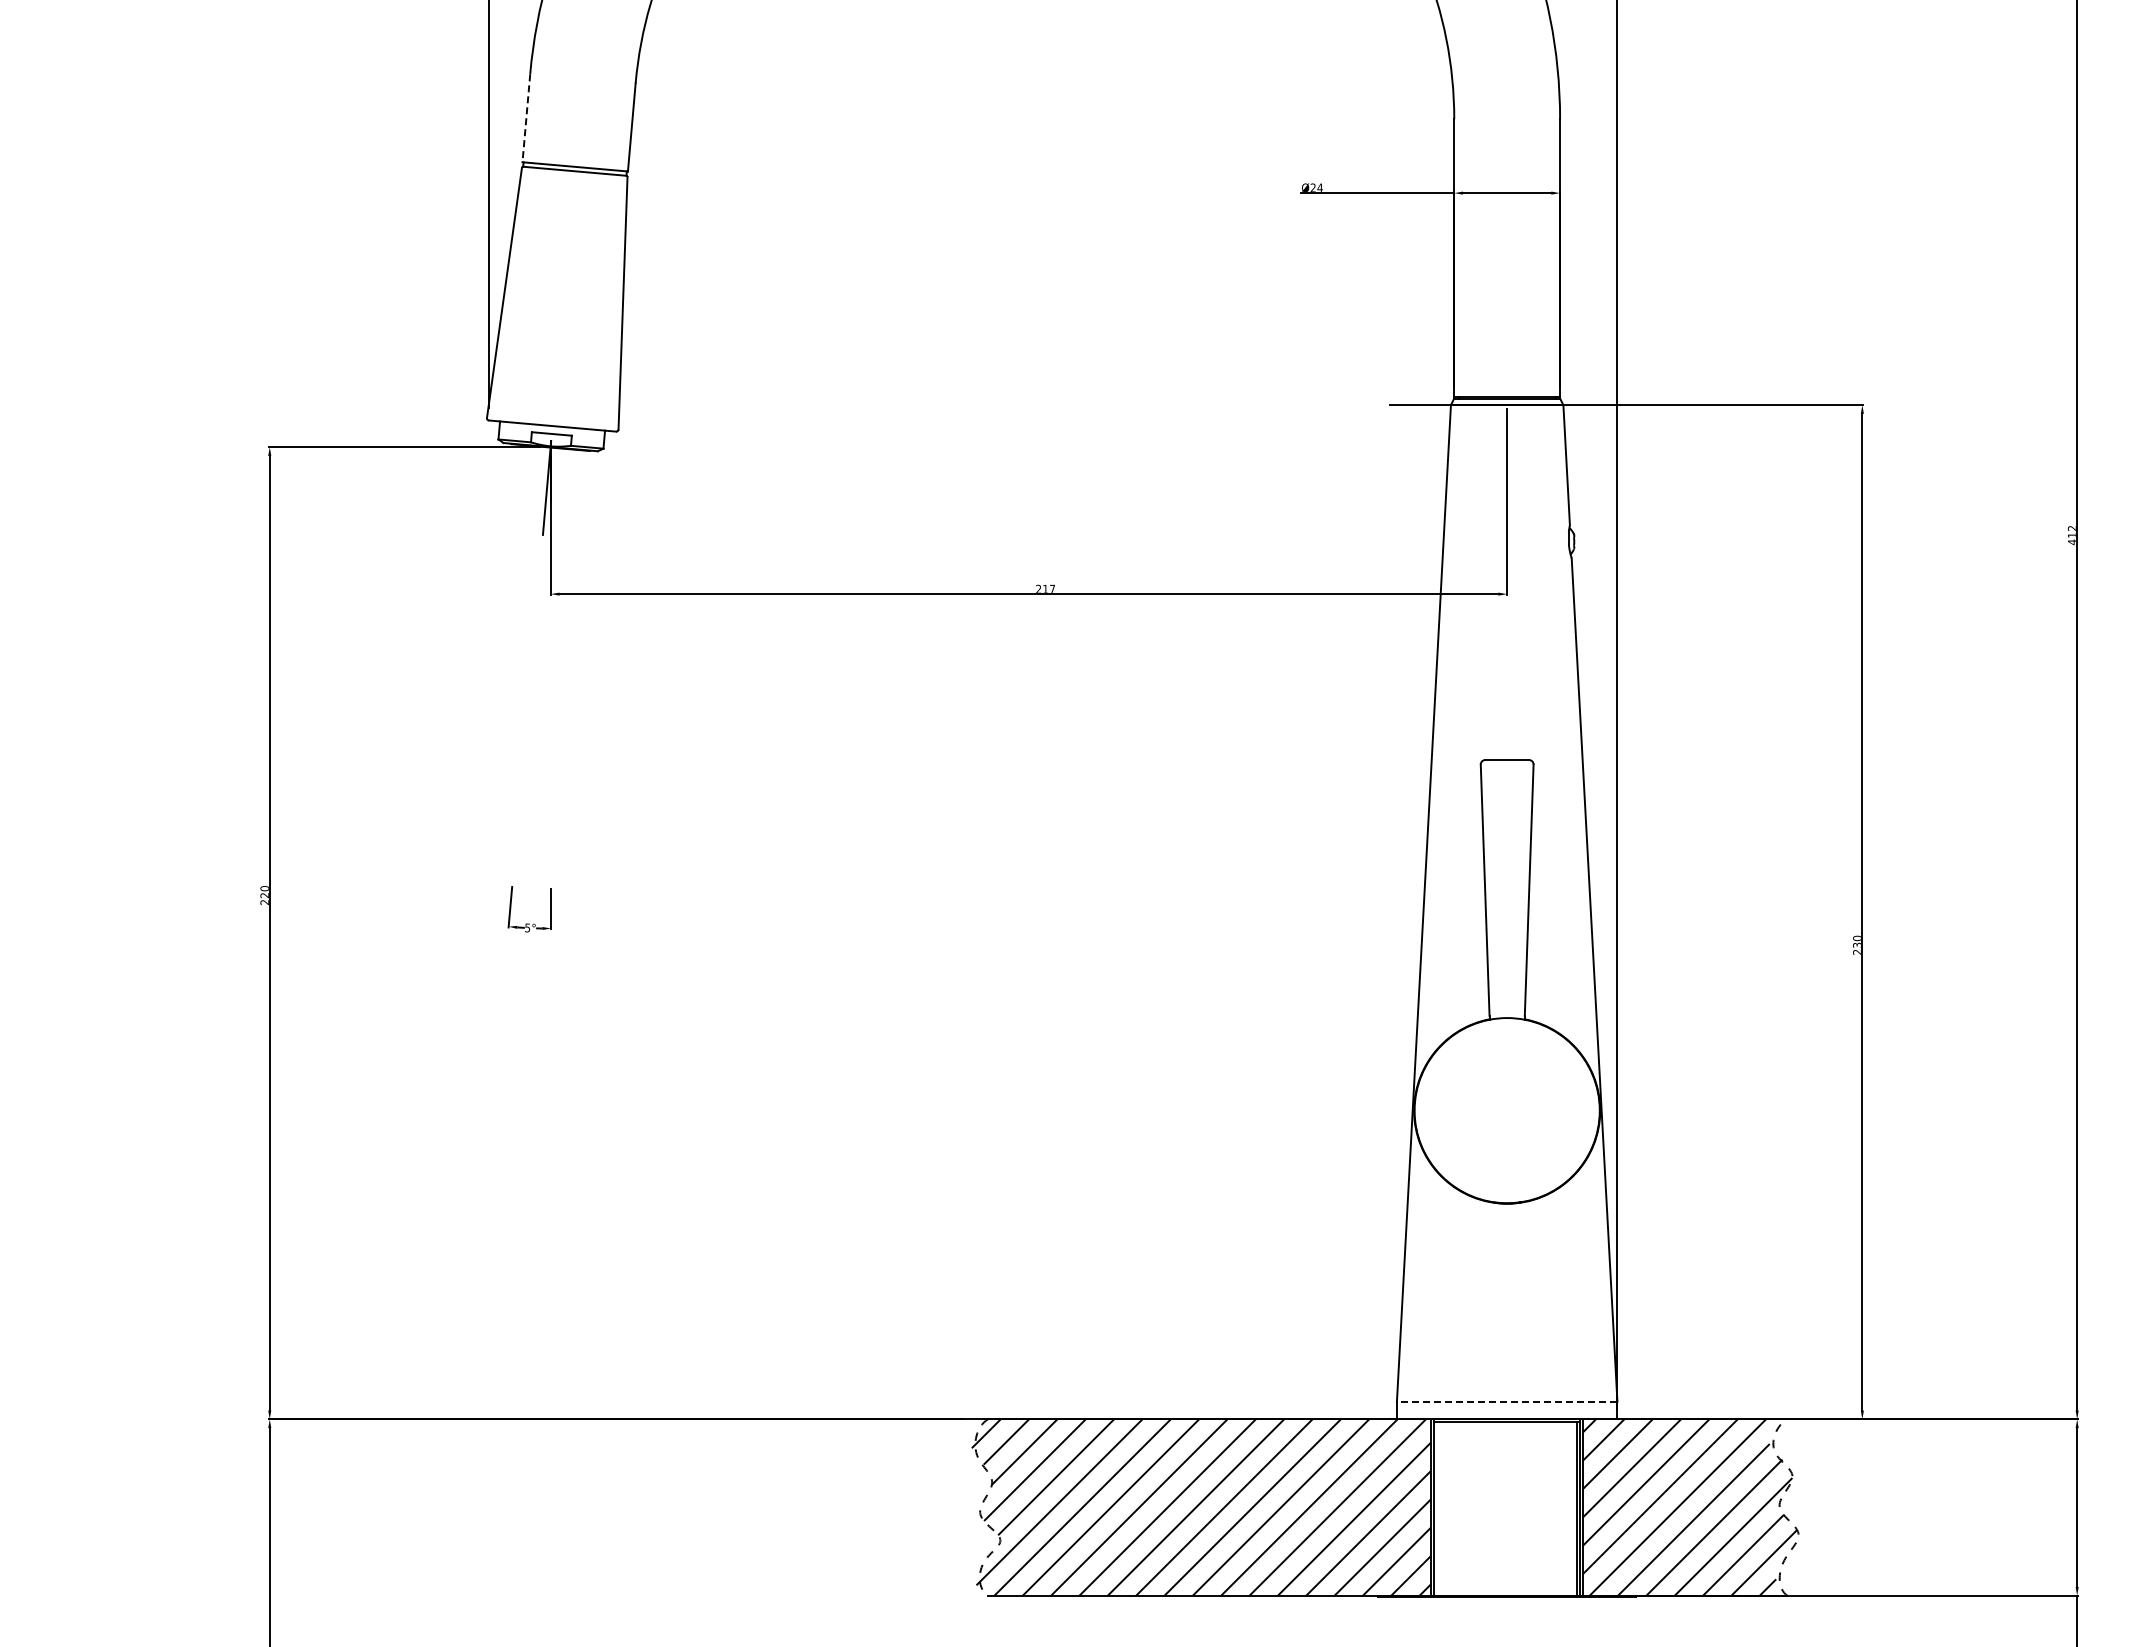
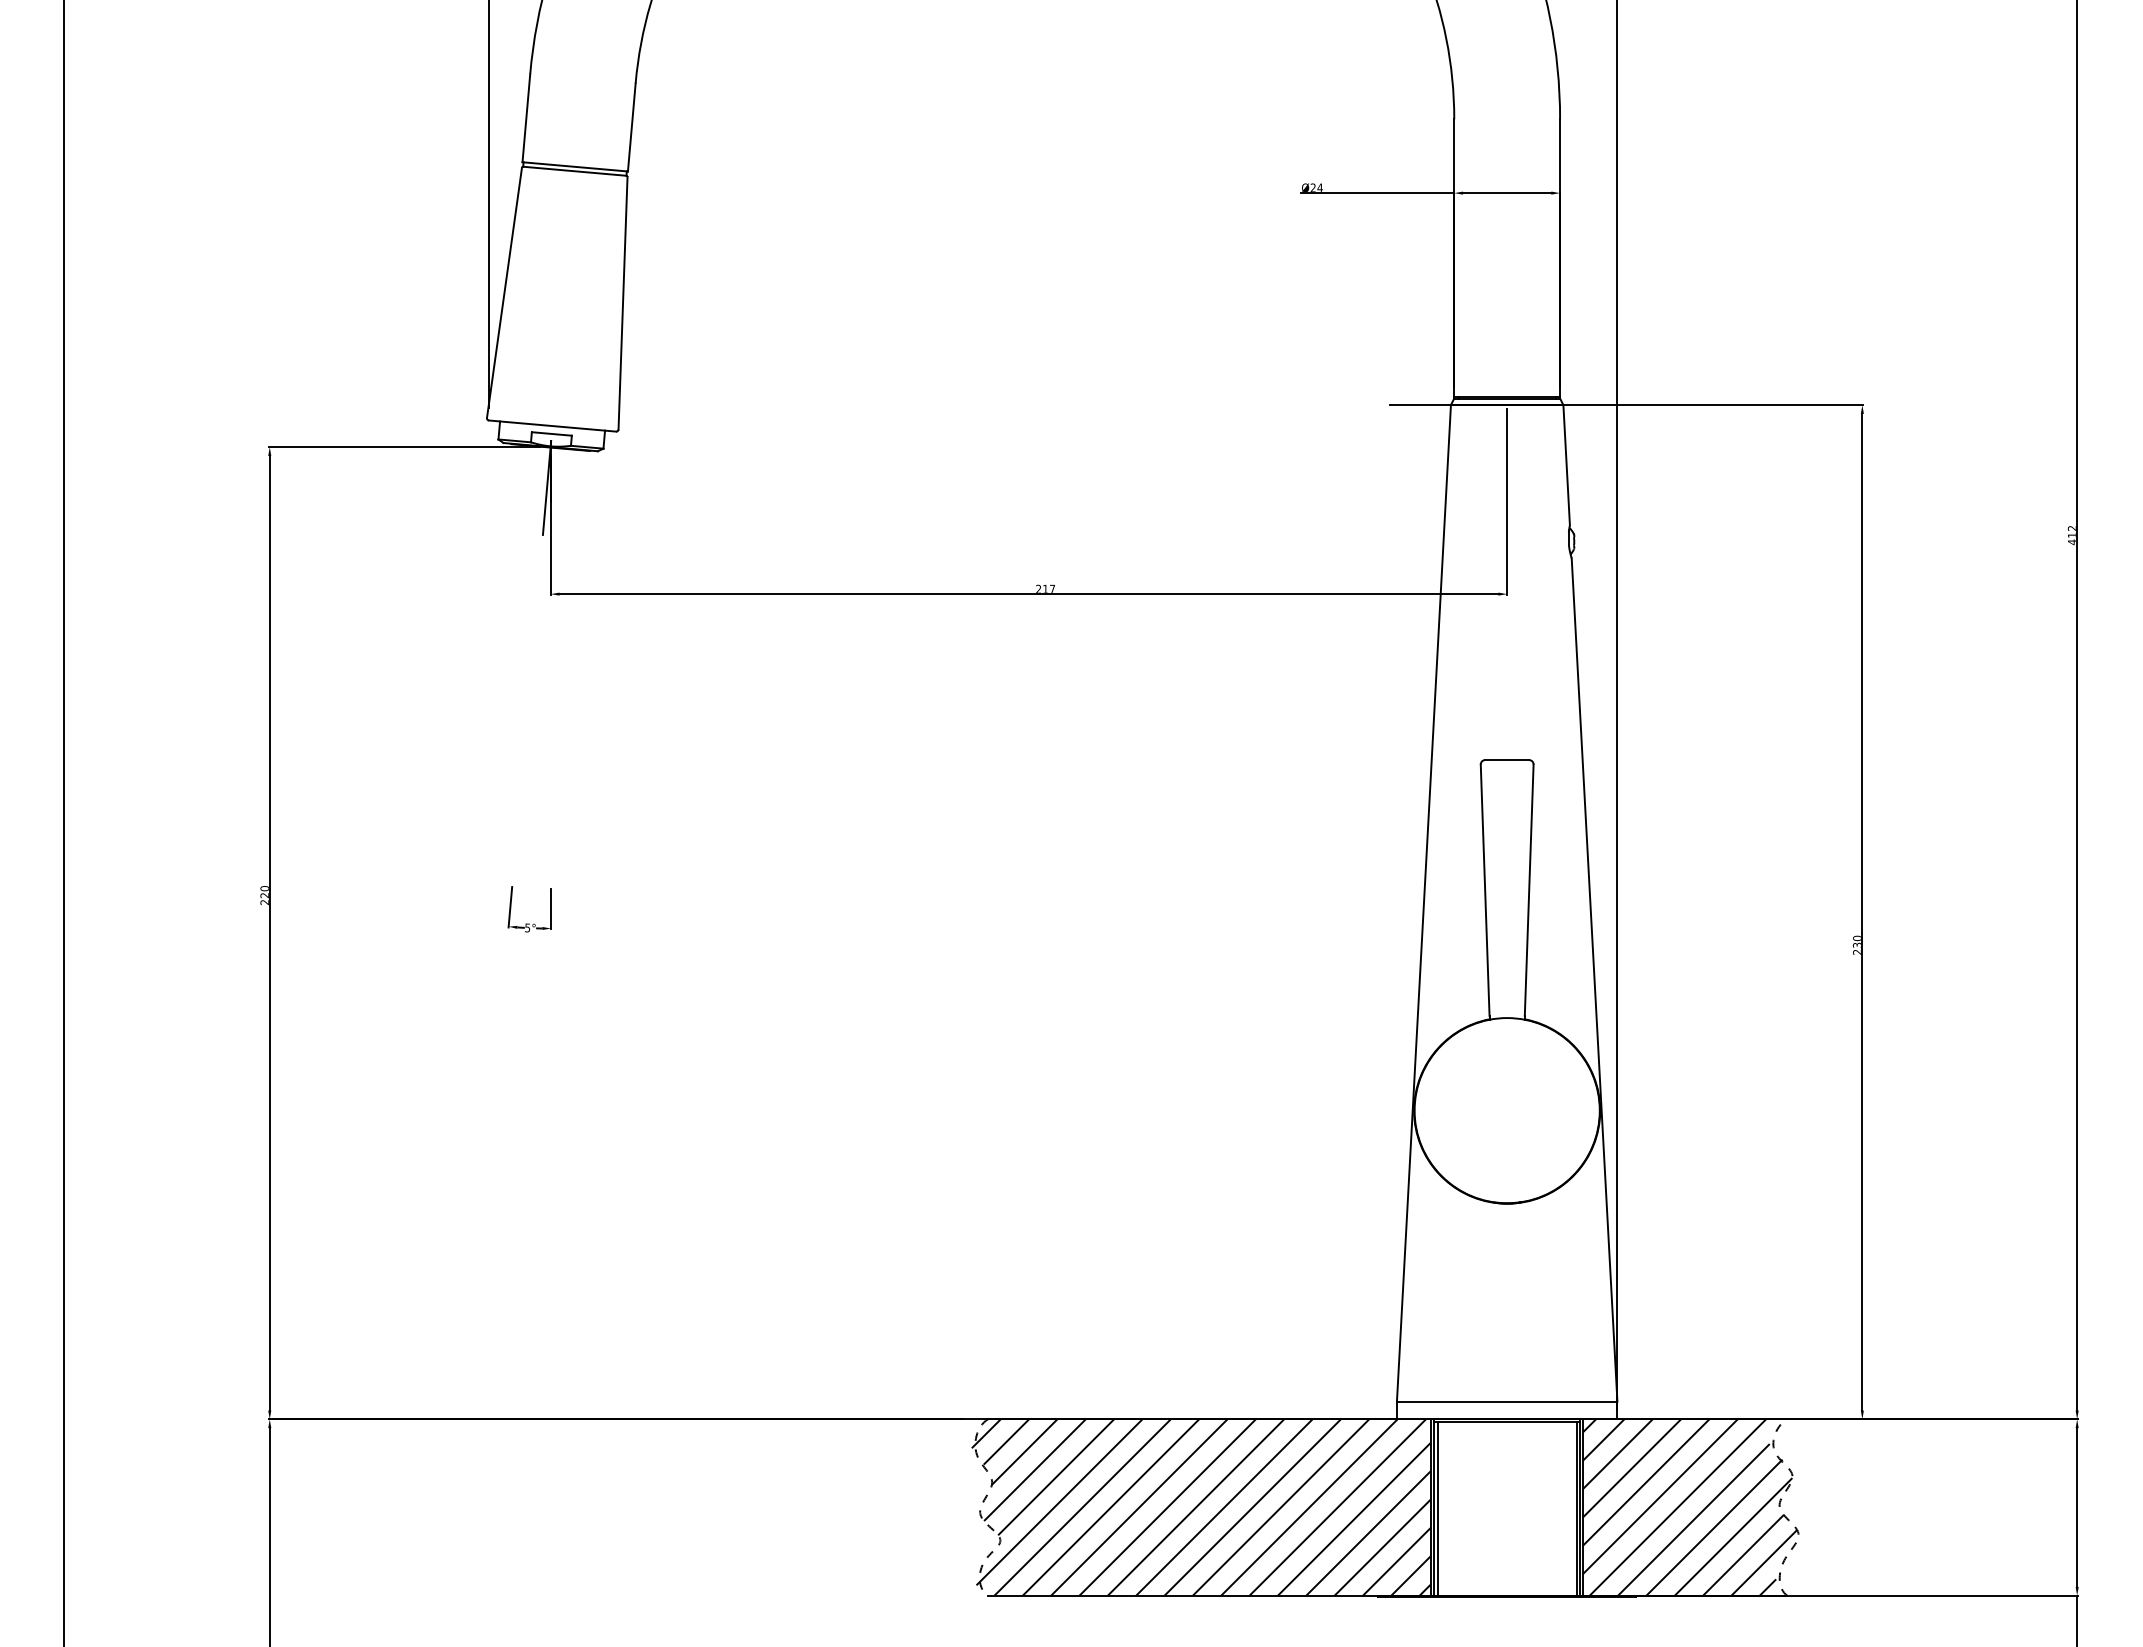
line at (526, 118): dashed -> solid
line at (64, 822): none -> present
line at (1506, 1401): dashed -> solid
line at (1437, 1508): none -> present
